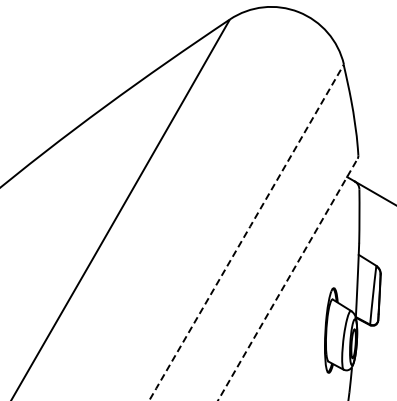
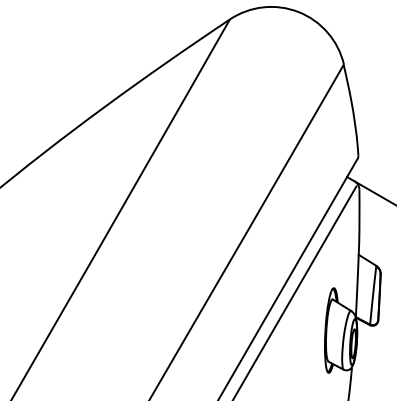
arc at (246, 232): dashed -> solid
line at (288, 279): dashed -> solid
line at (295, 291): none -> present
